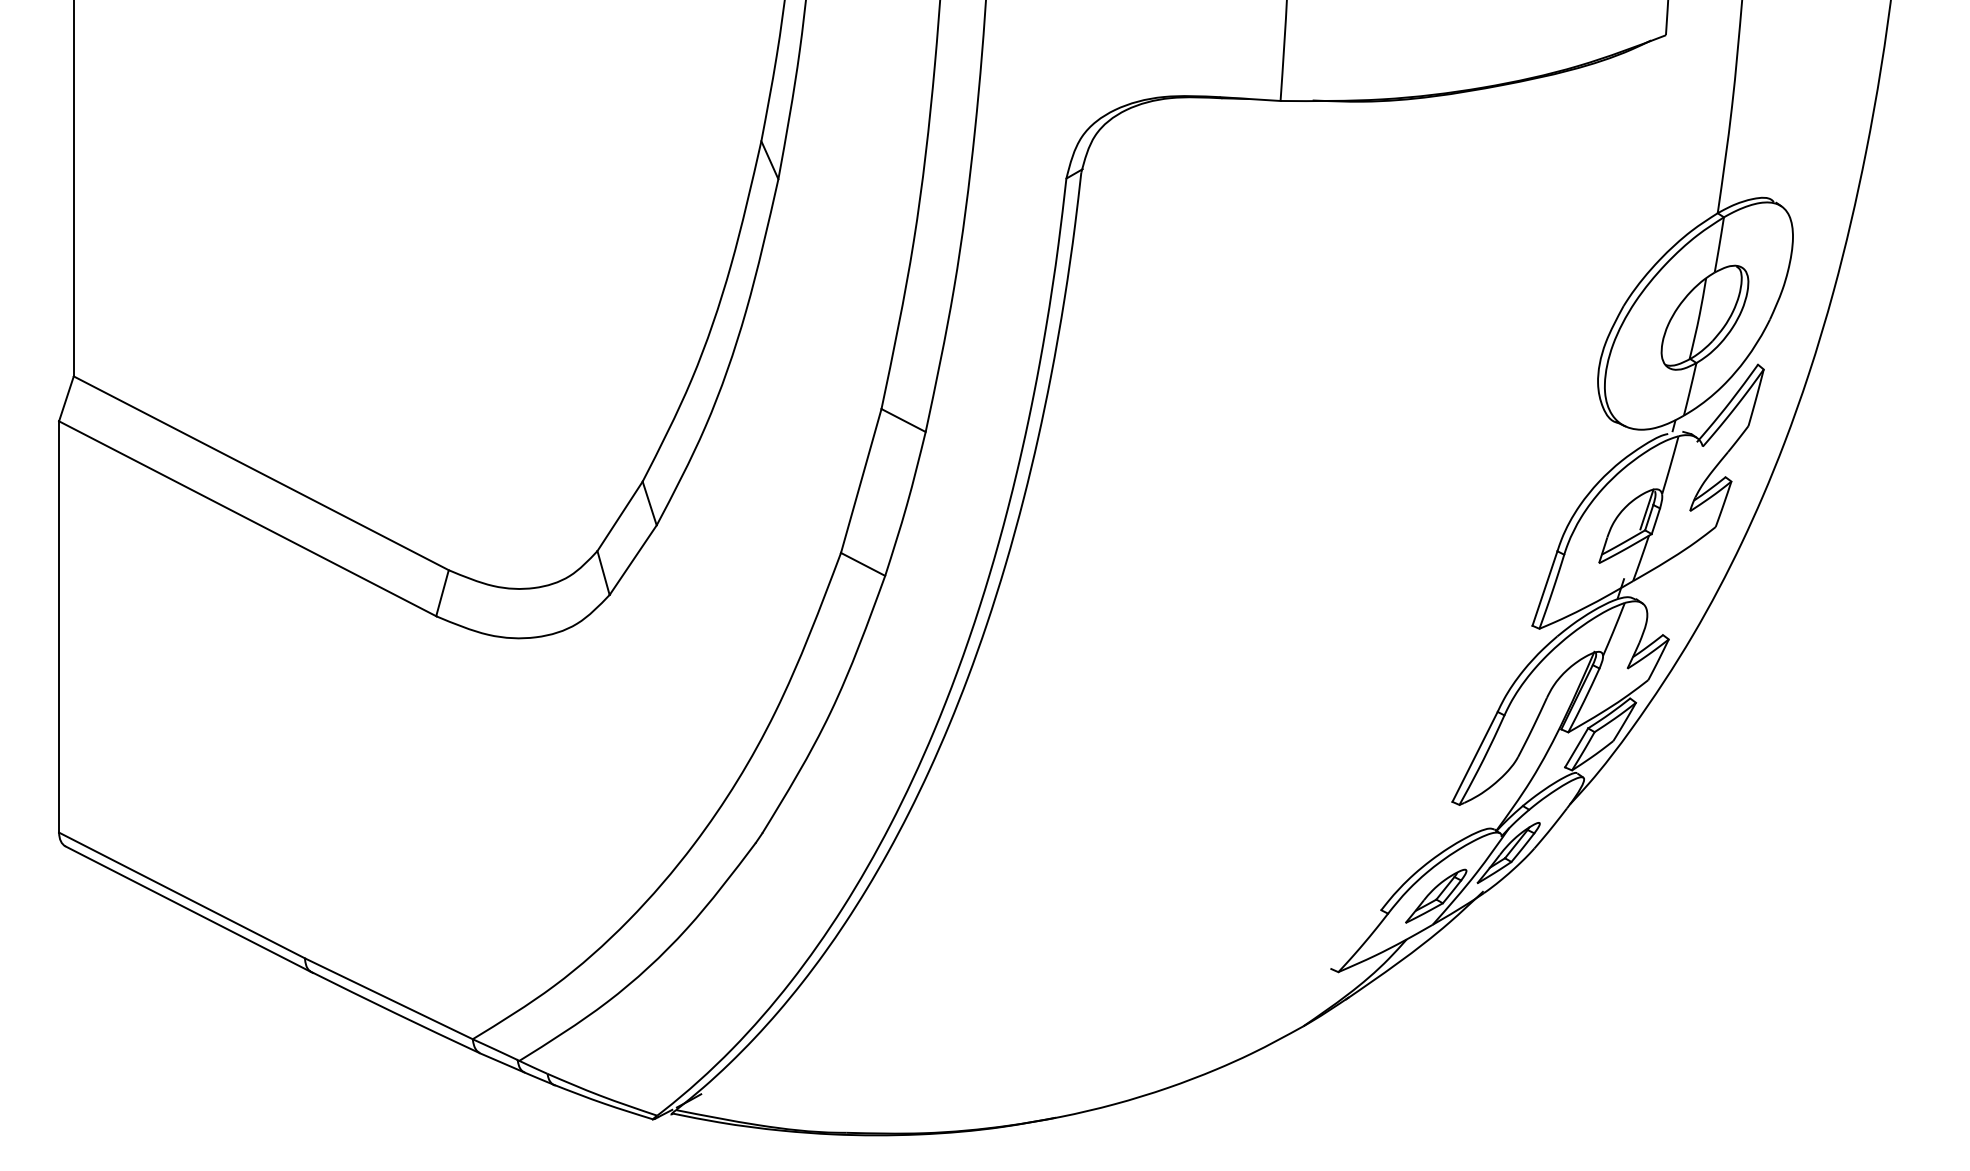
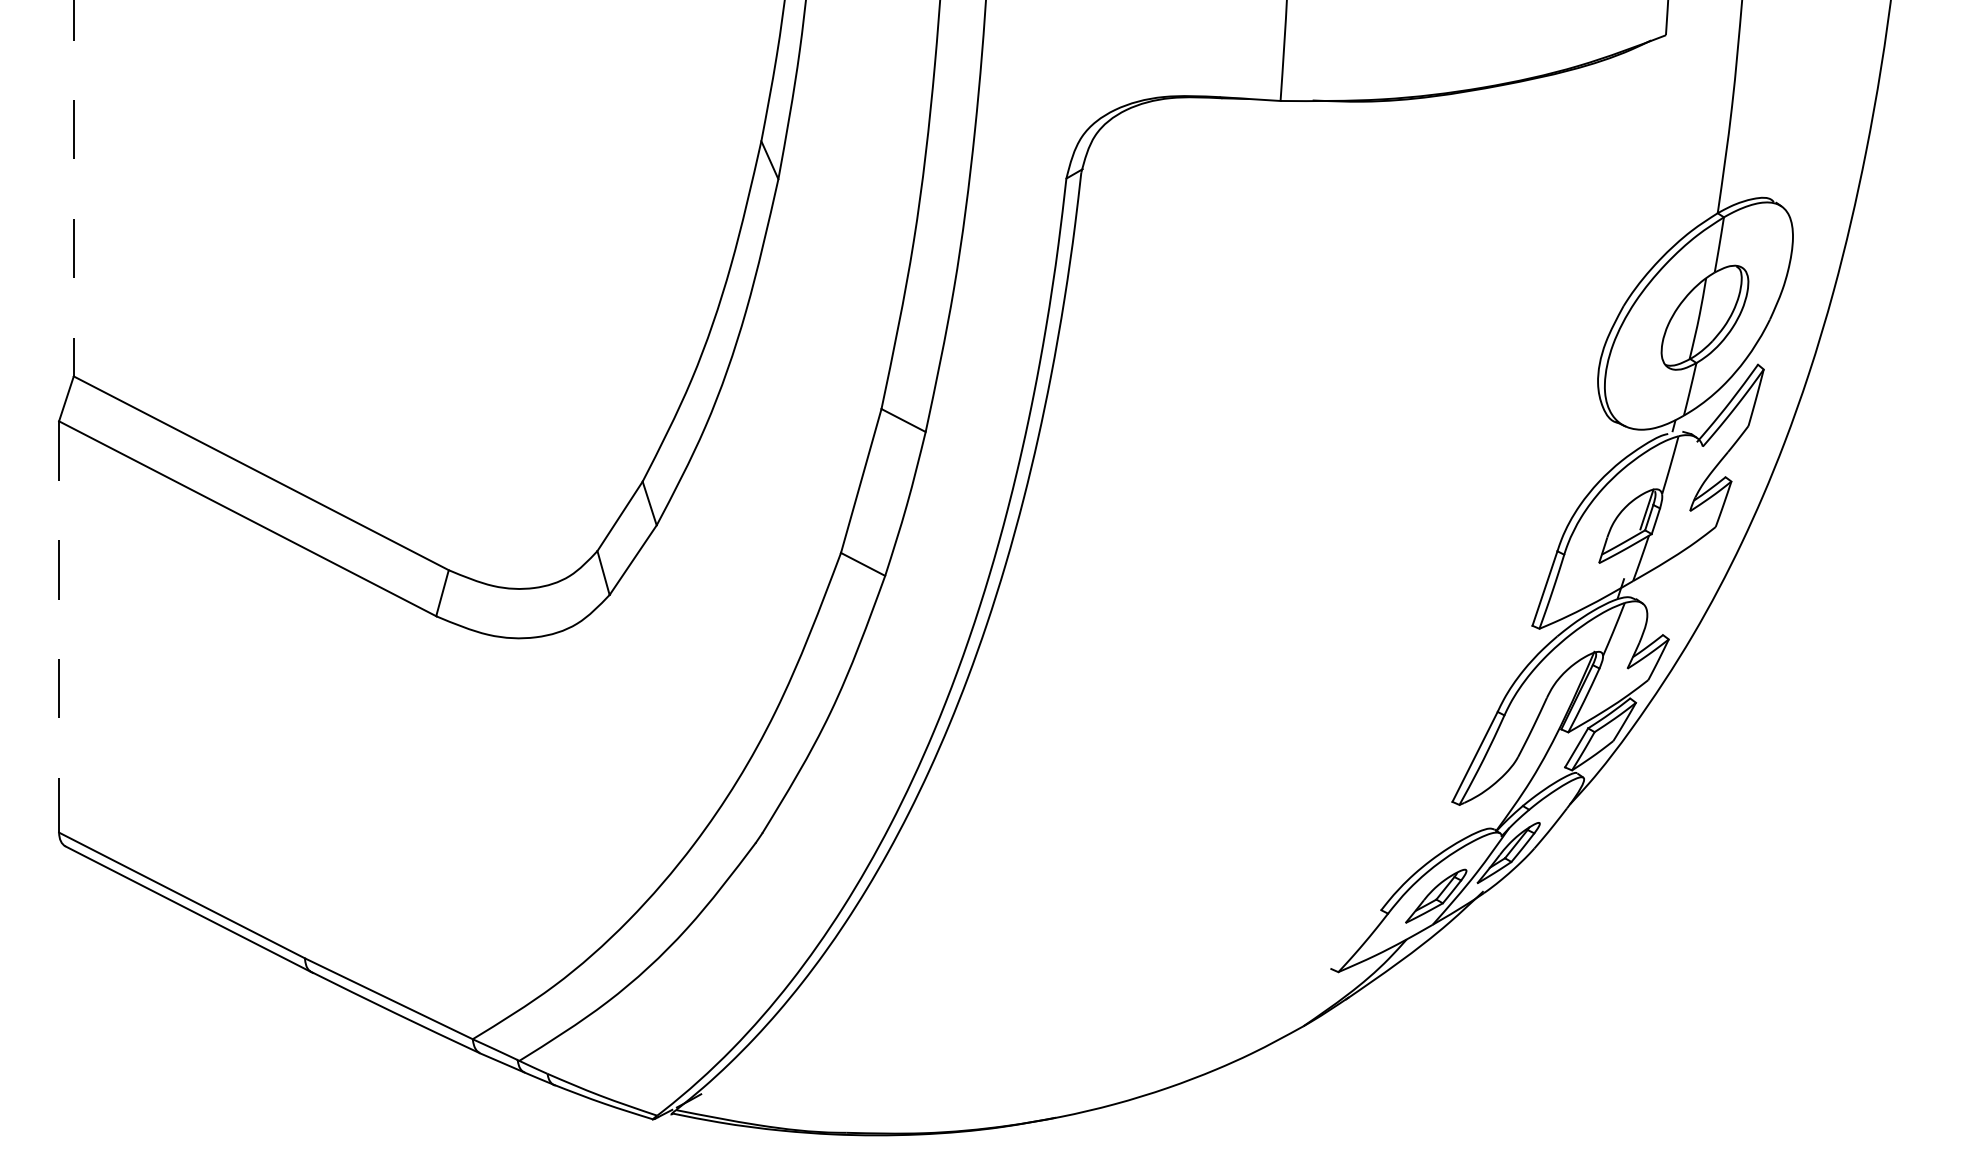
line at (73, 188): solid -> dashed
line at (59, 626): solid -> dashed
